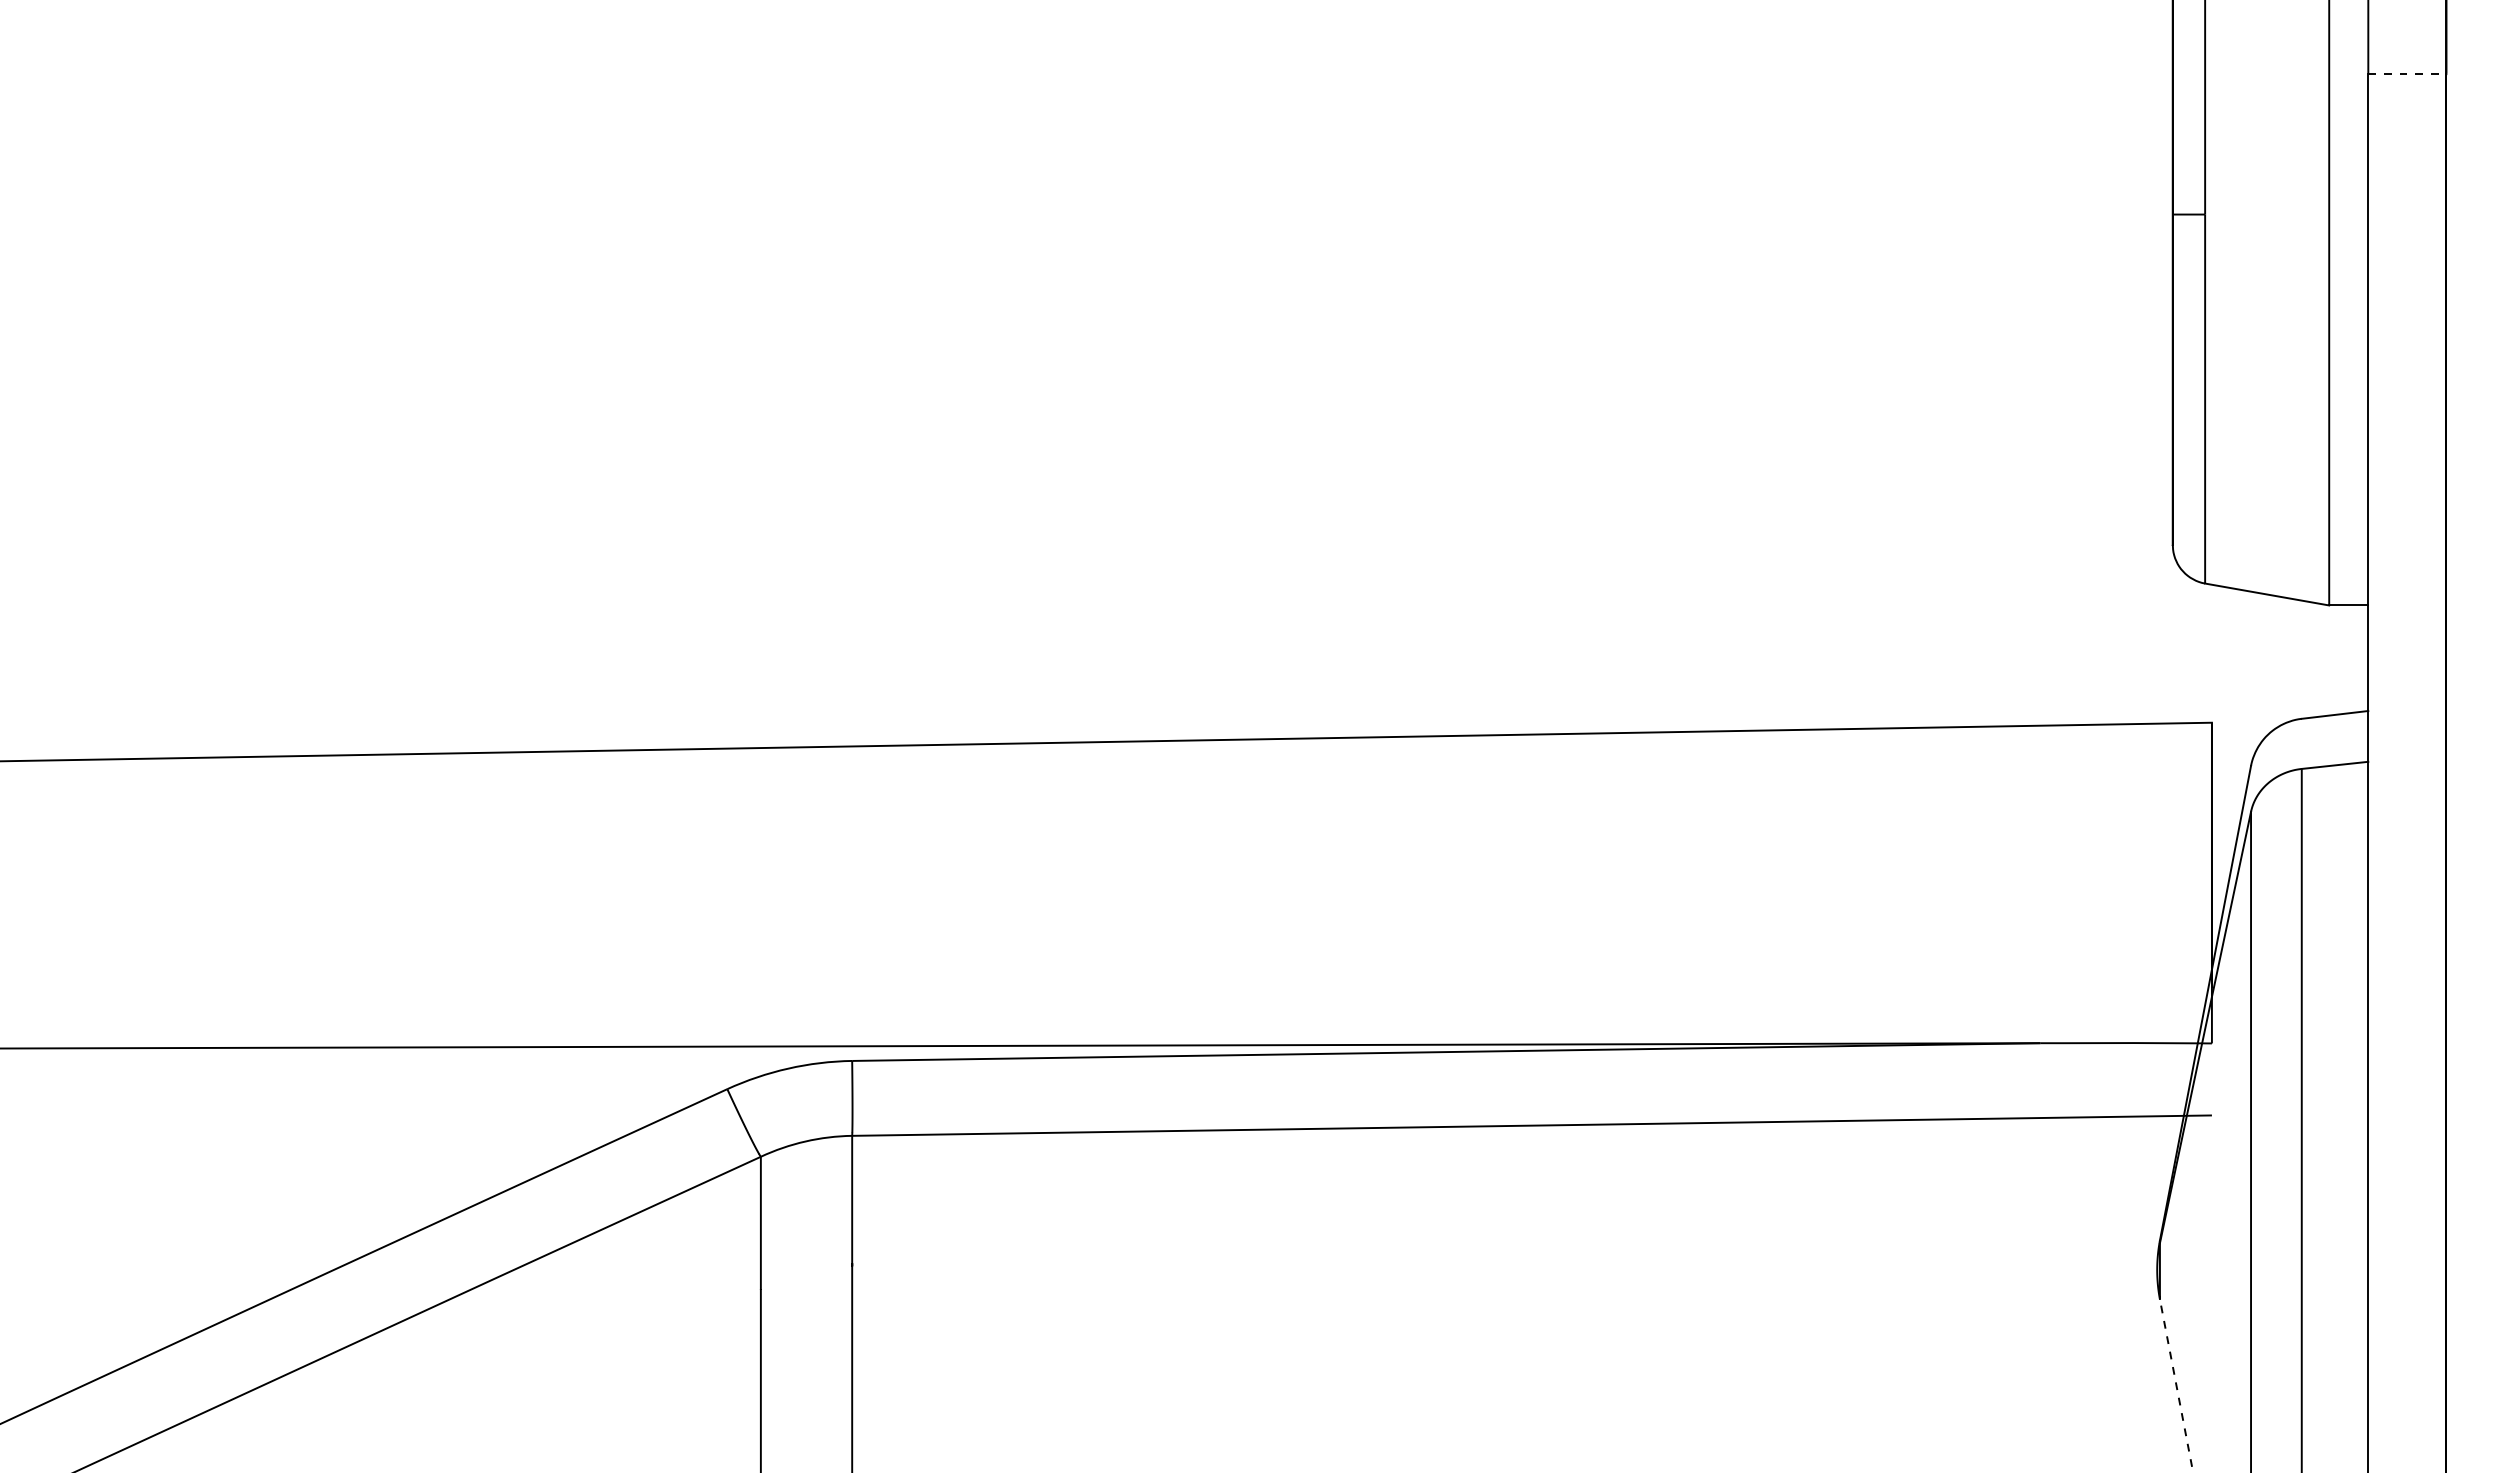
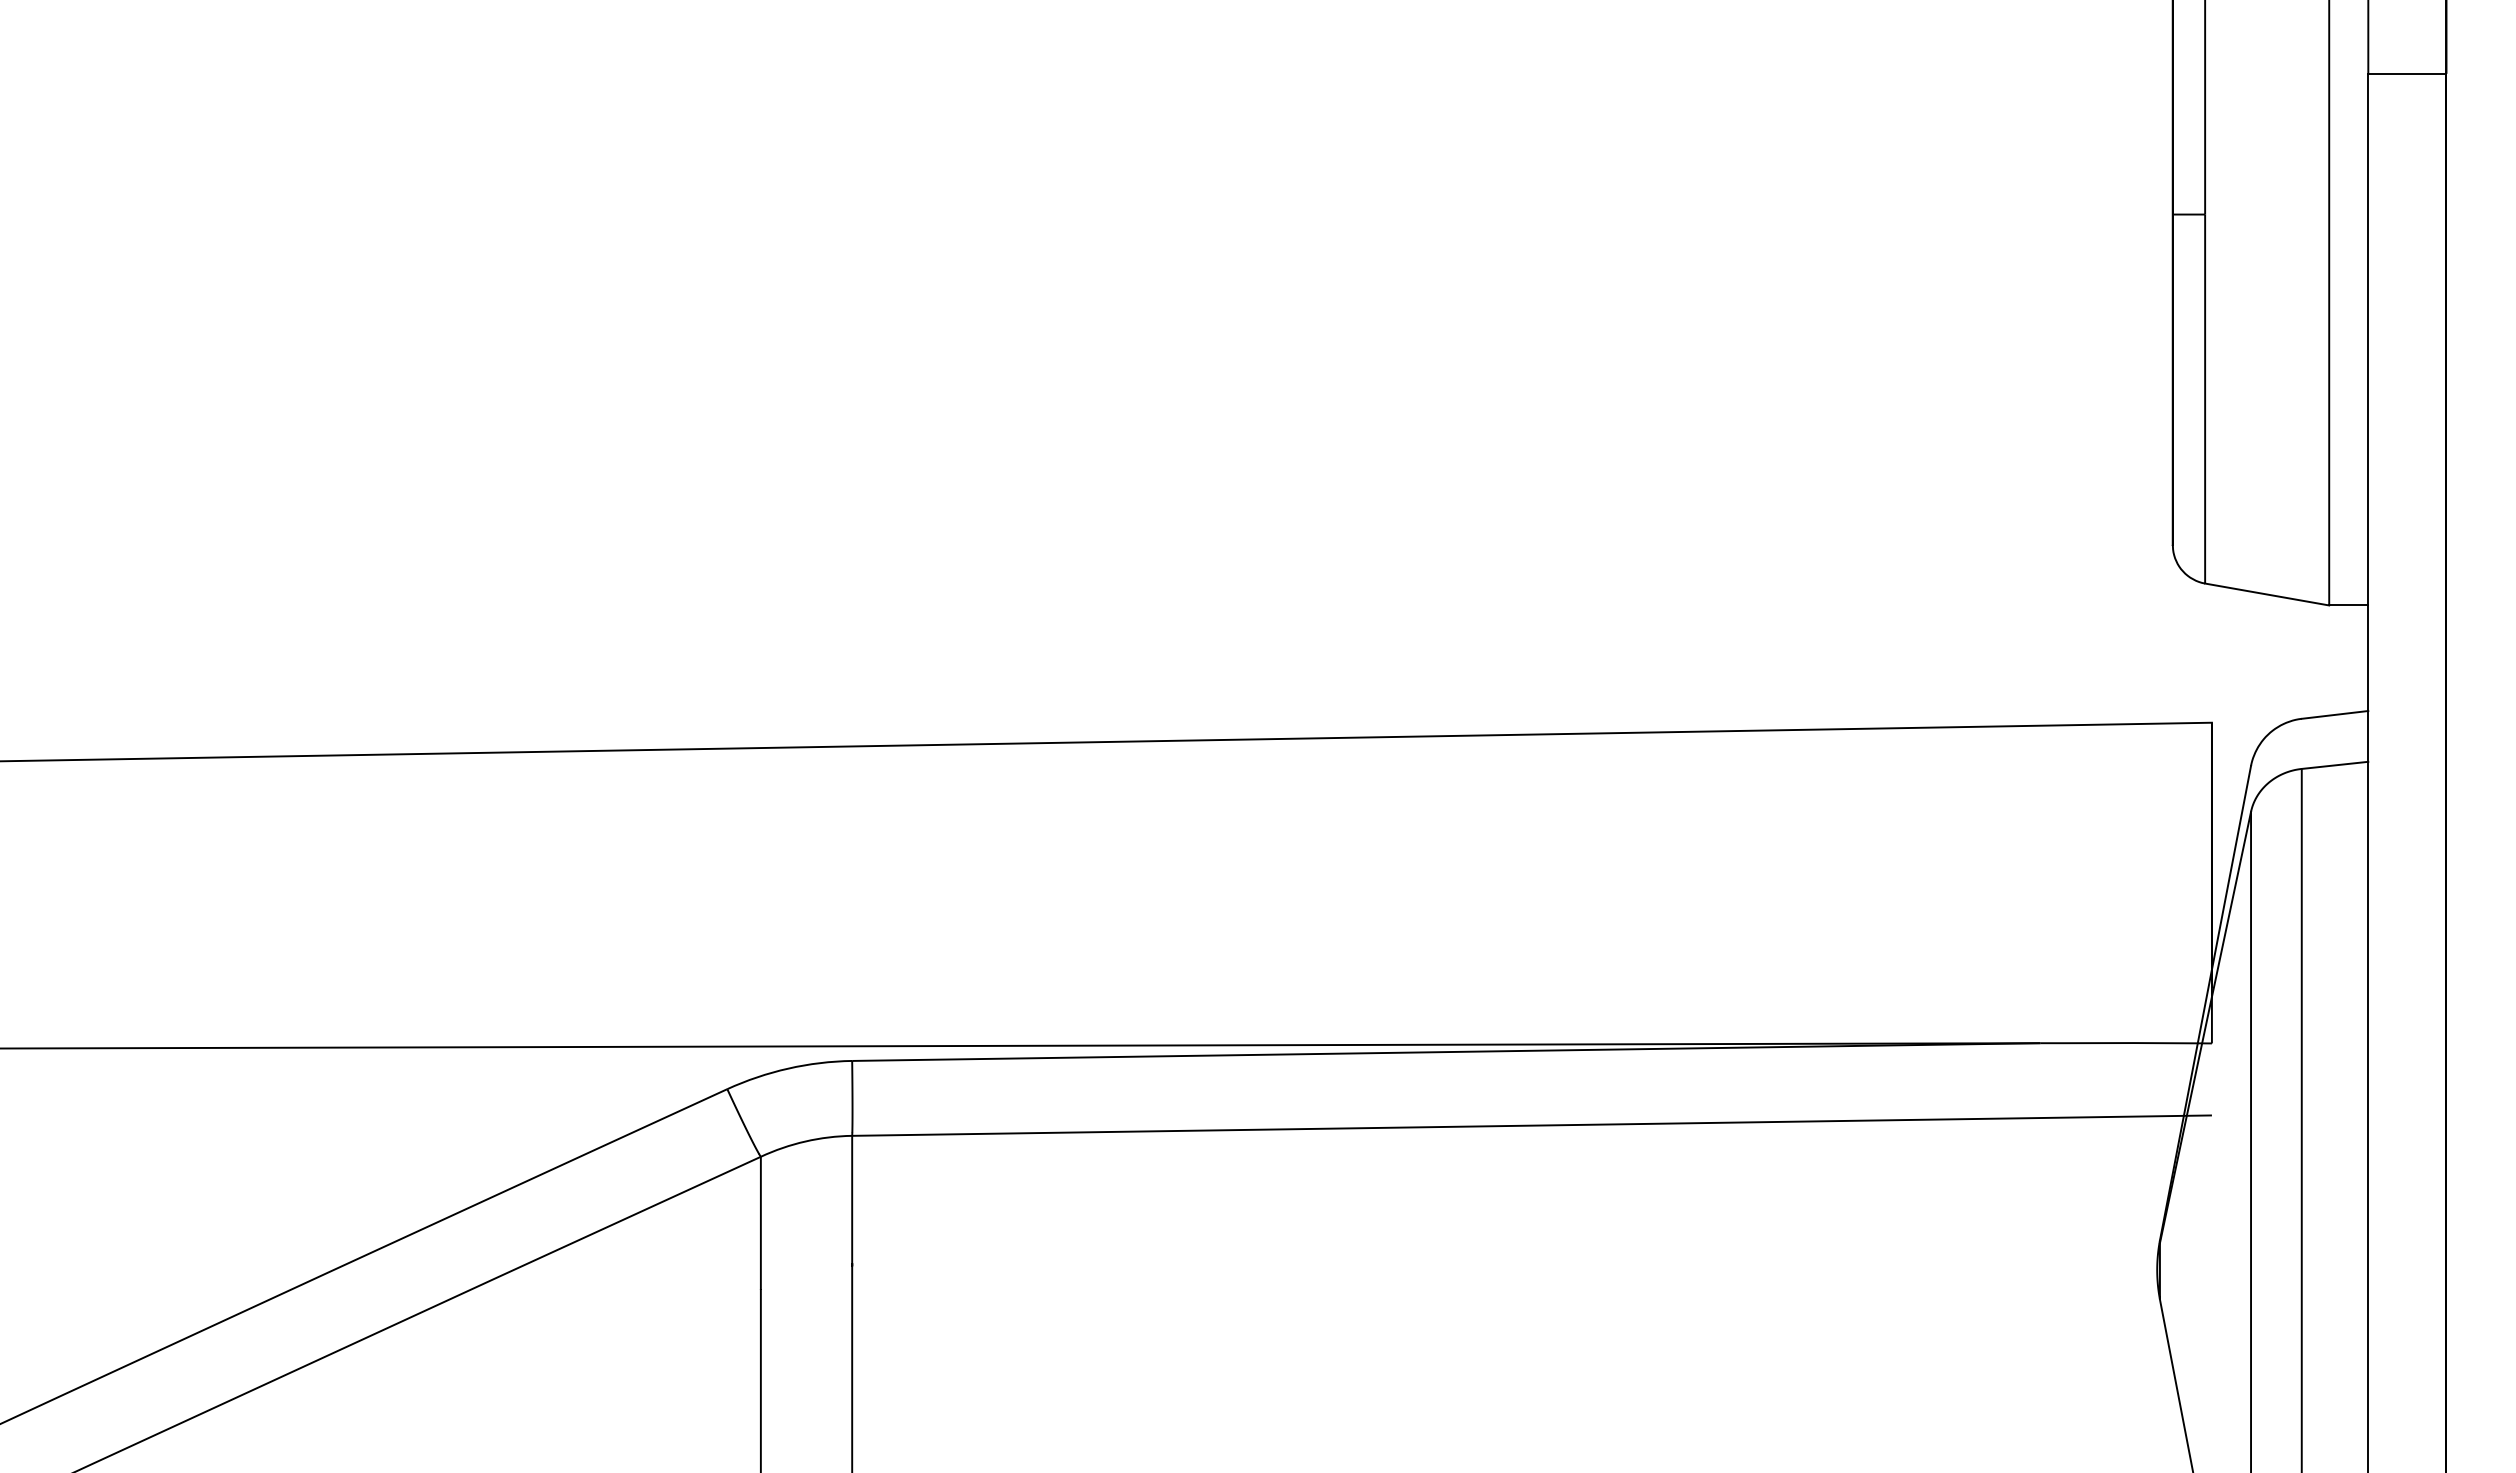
line at (2407, 73): dashed -> solid
line at (2176, 1385): dashed -> solid
